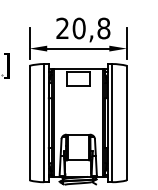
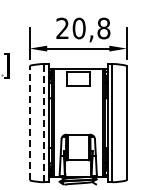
line at (29, 122): solid -> dashed
line at (44, 122): solid -> dashed
